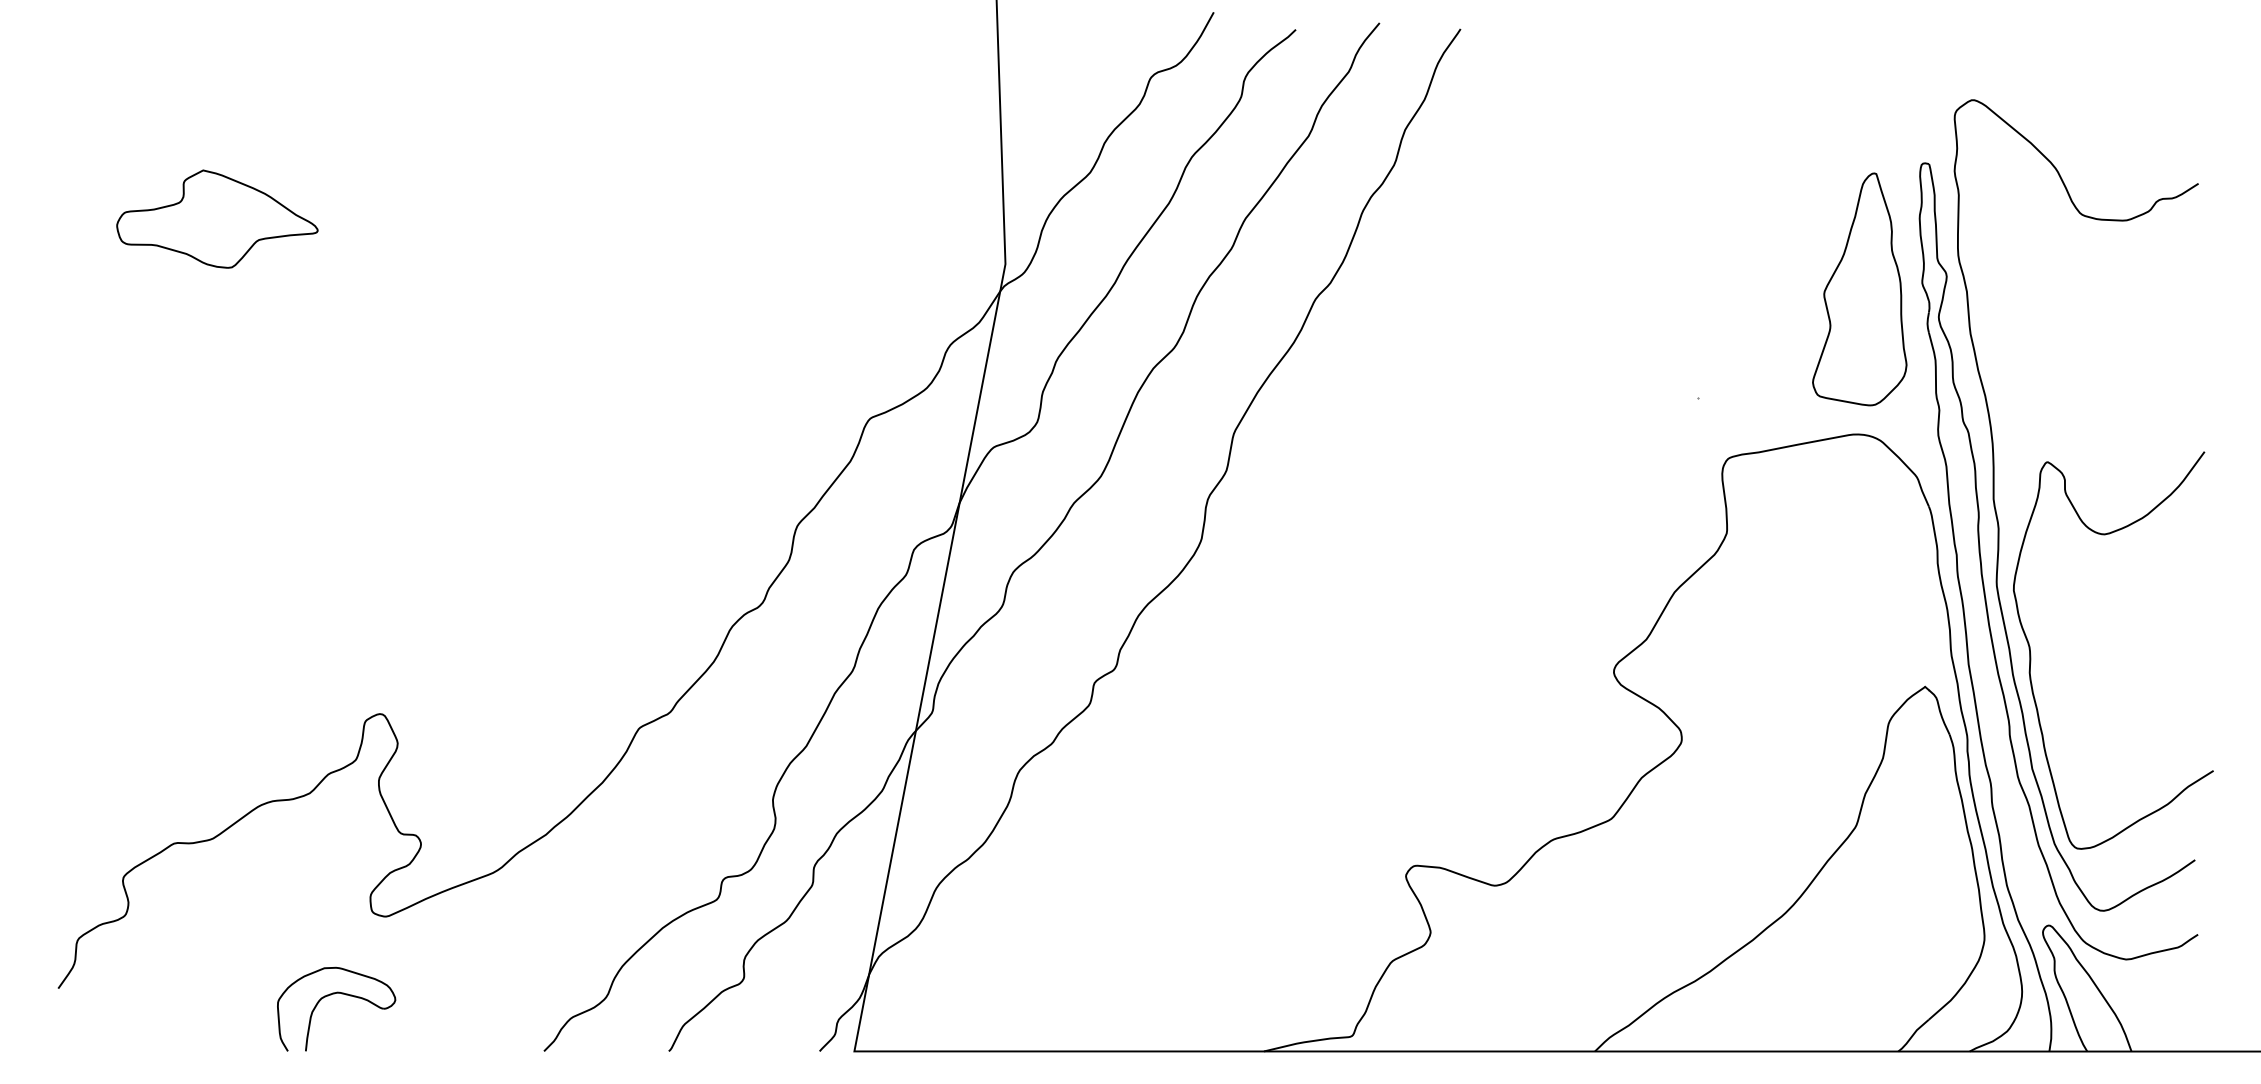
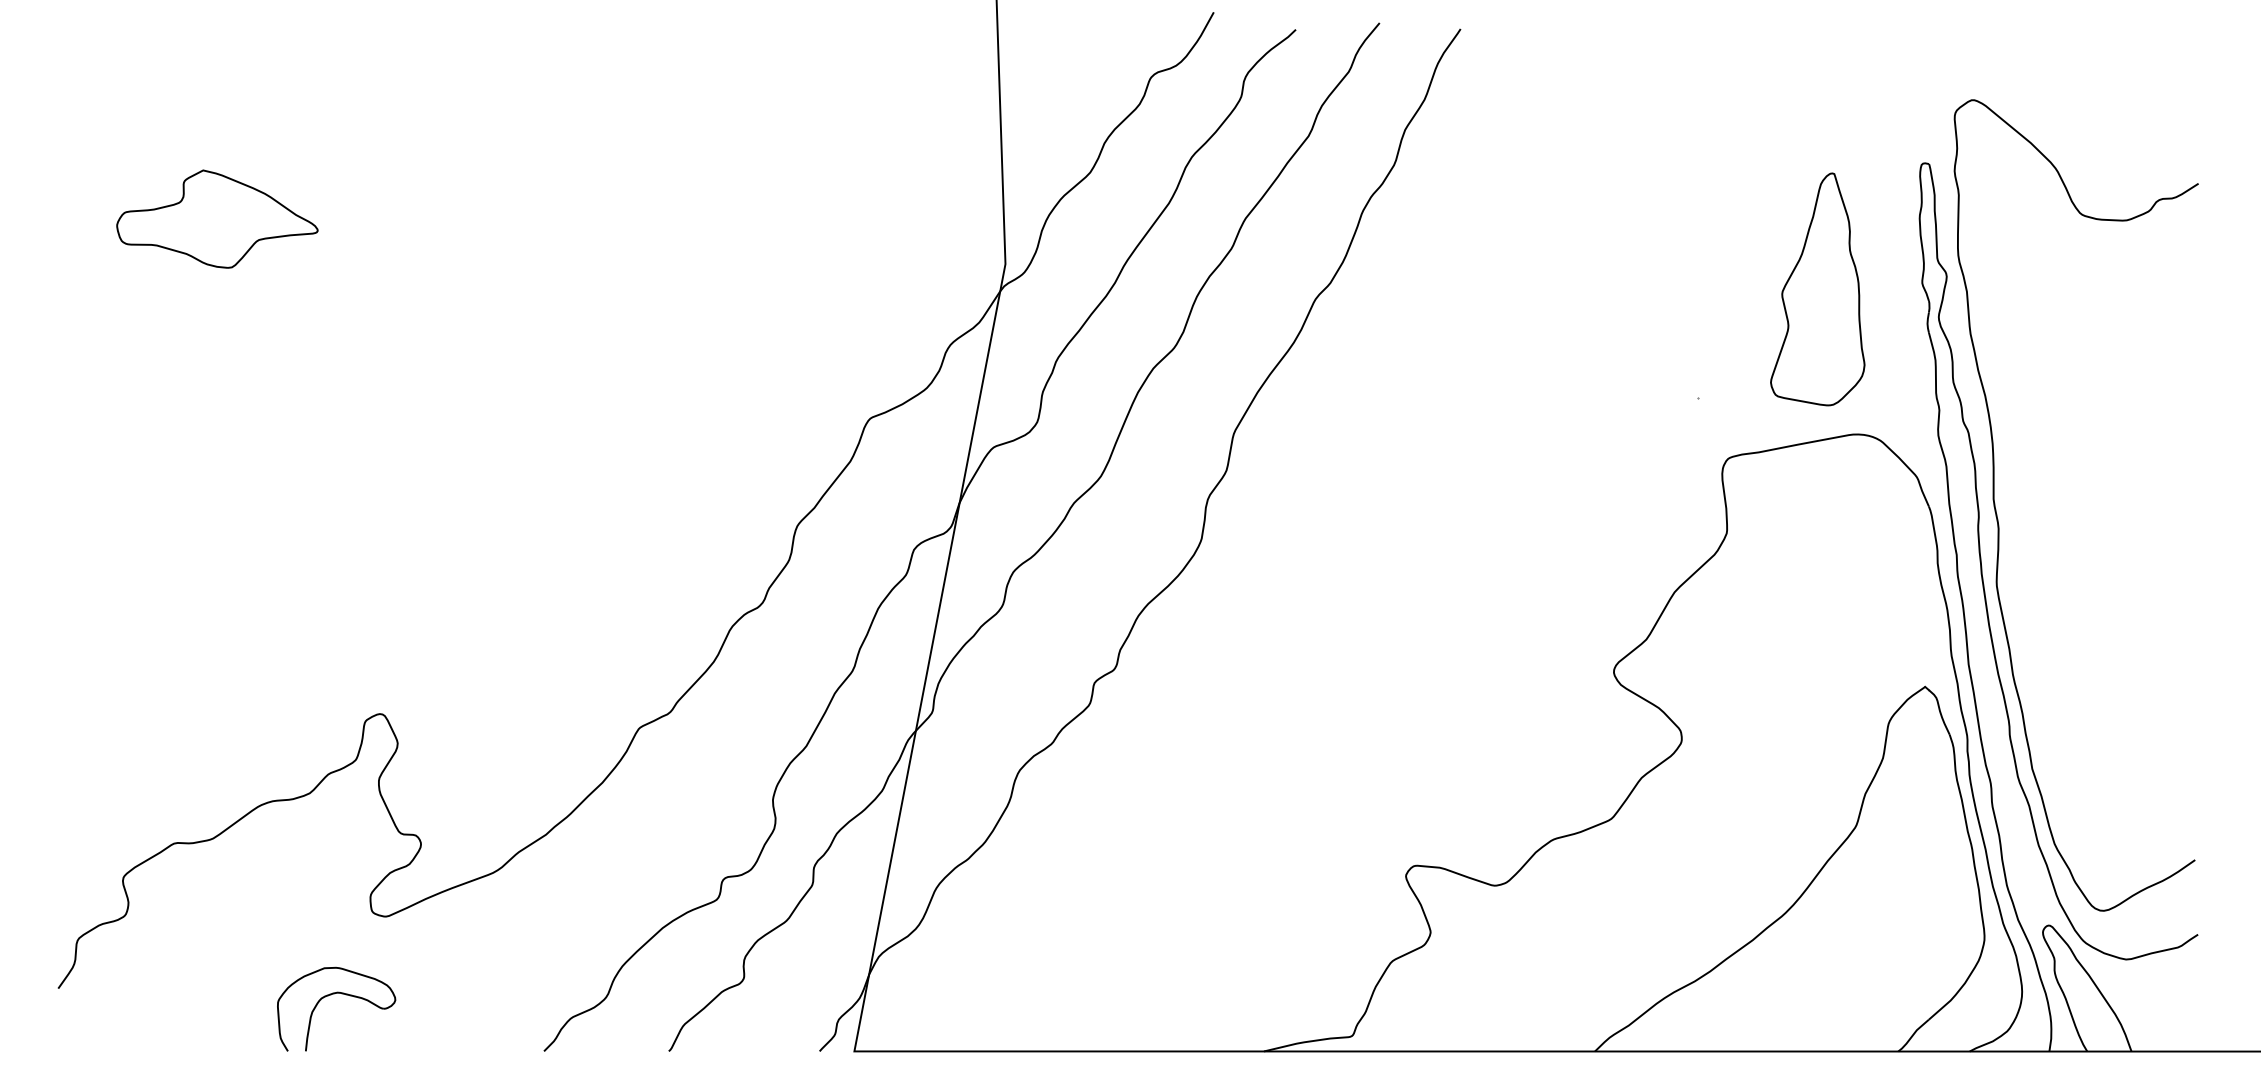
part at (1859, 289) position: (1859, 289) -> (1817, 289)
curve at (2031, 654): present -> none
